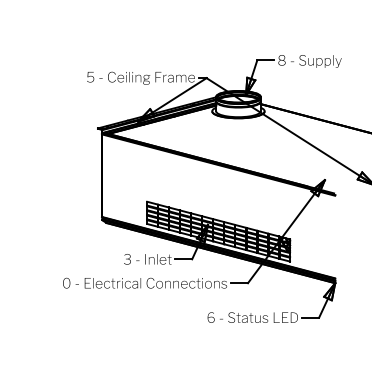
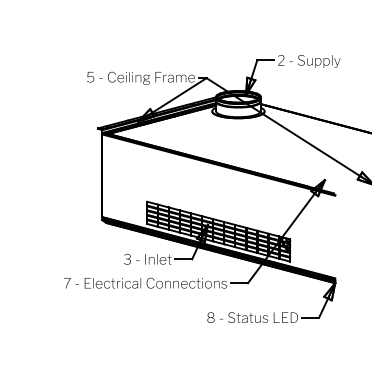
text at (309, 61): 8 -> 2
text at (66, 282): 0 -> 7
text at (210, 317): 6 -> 8
